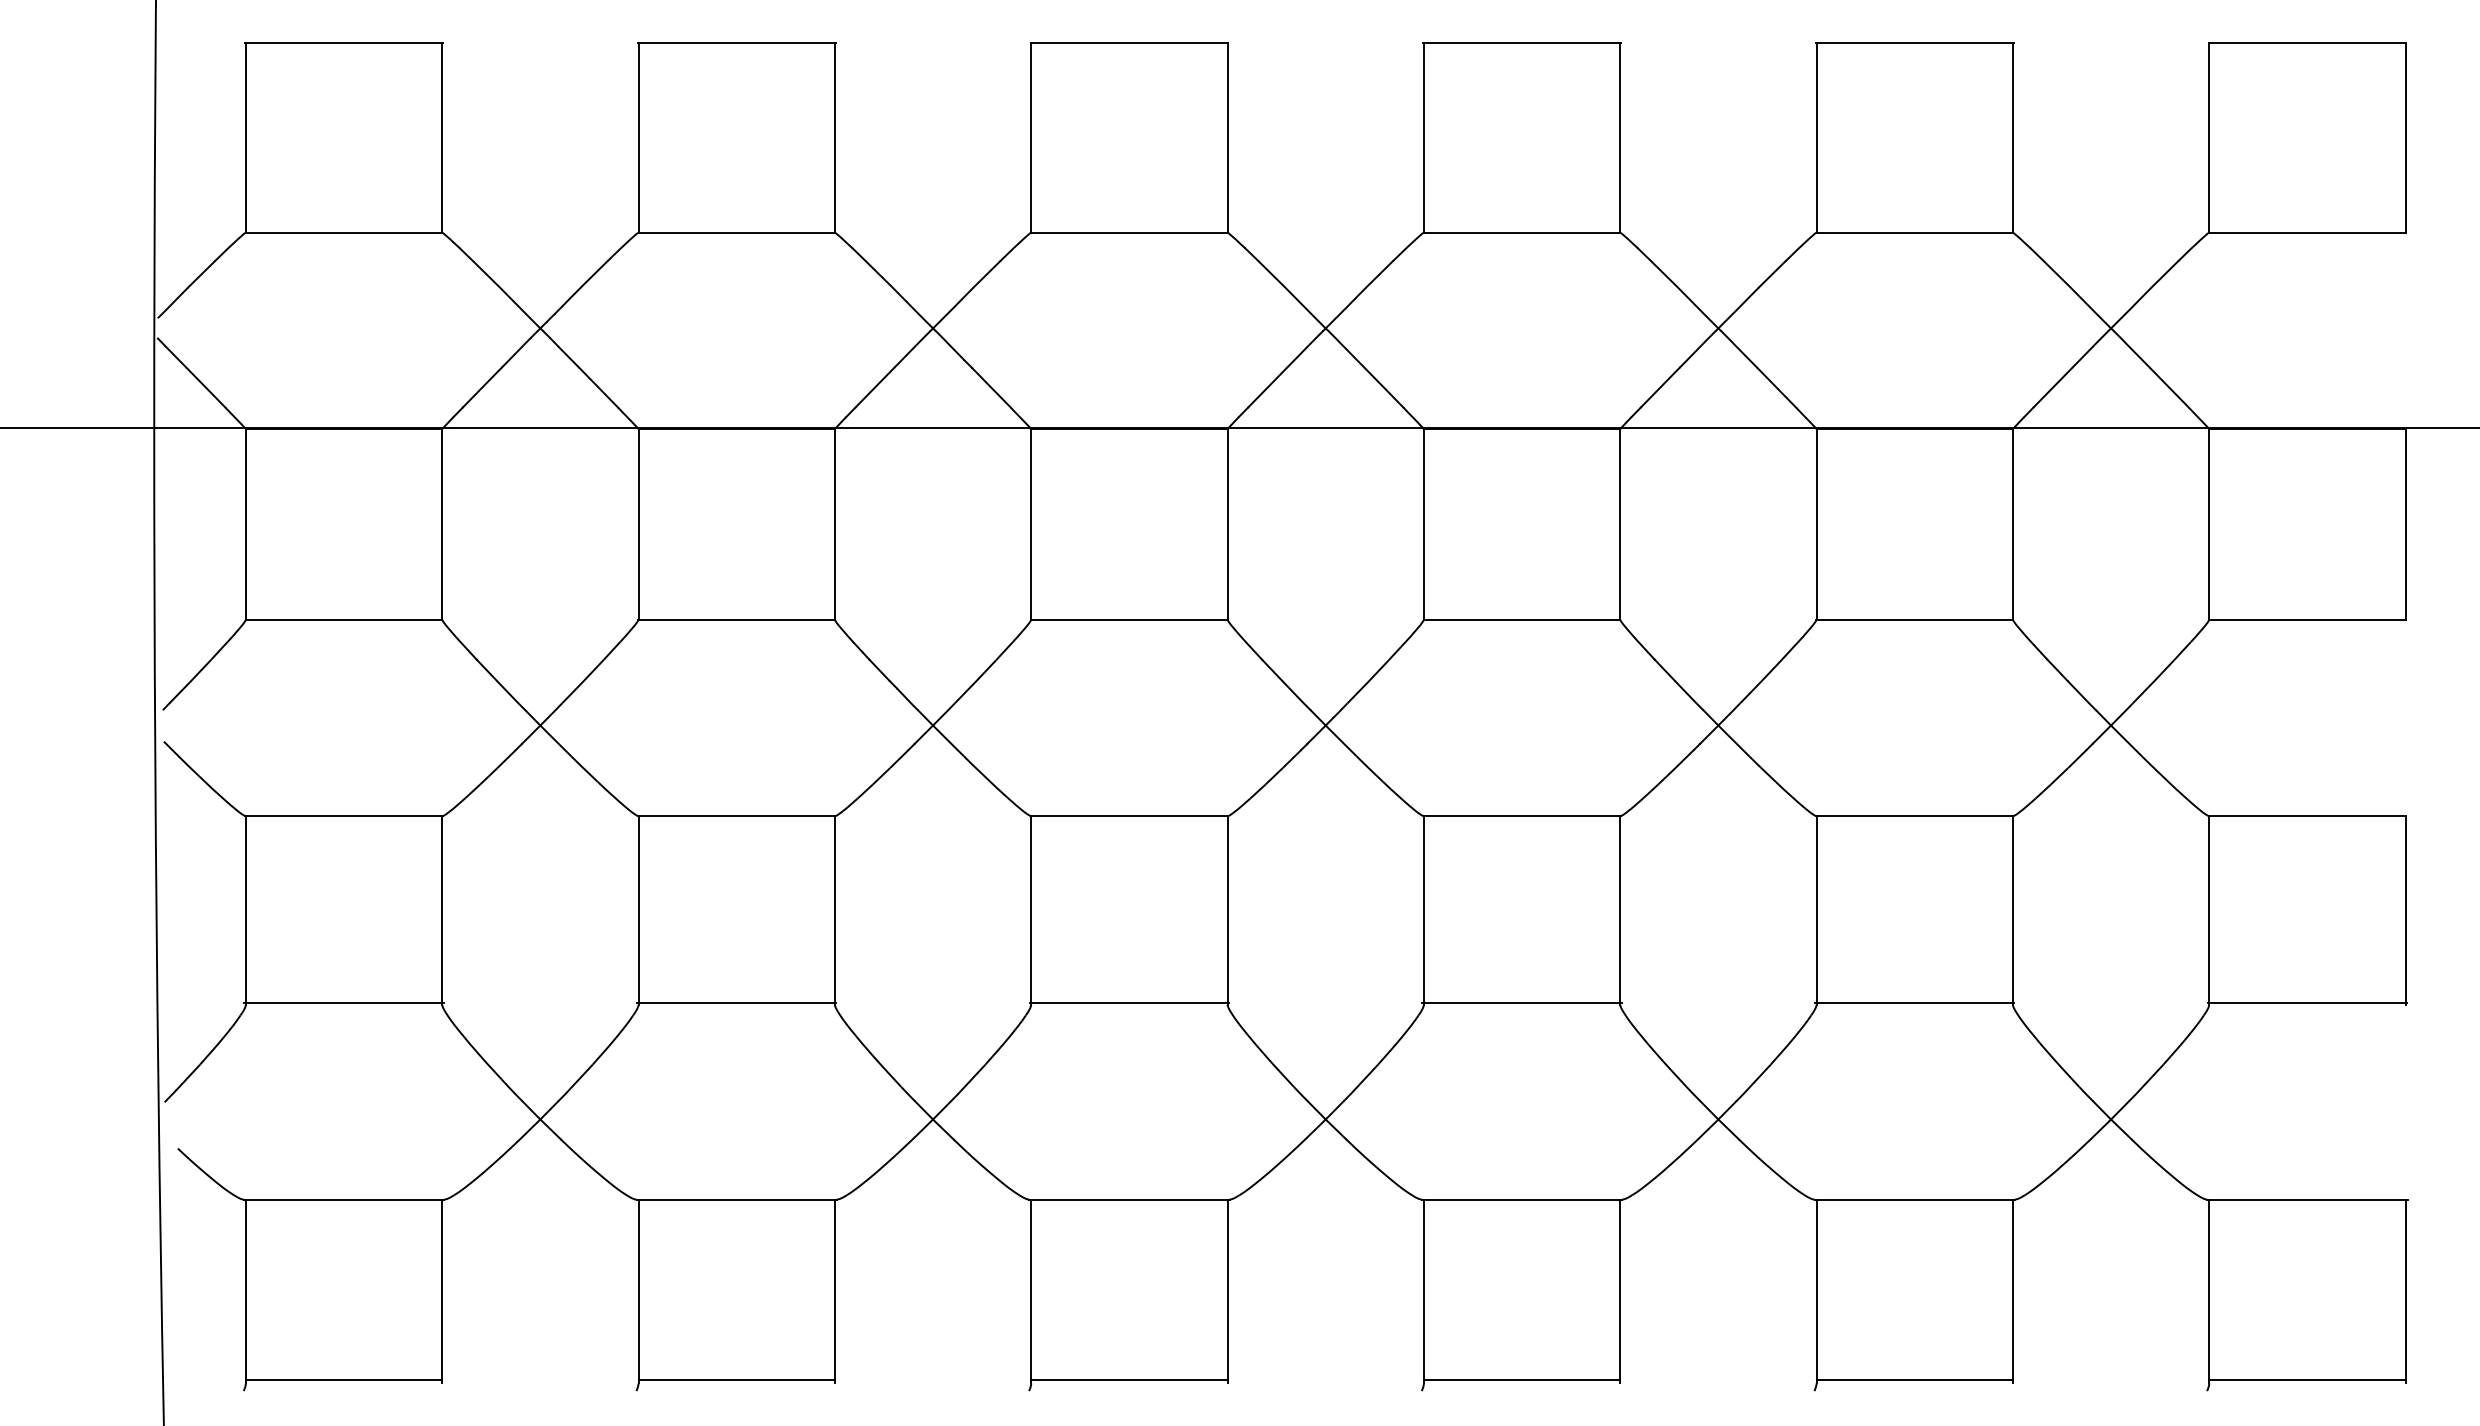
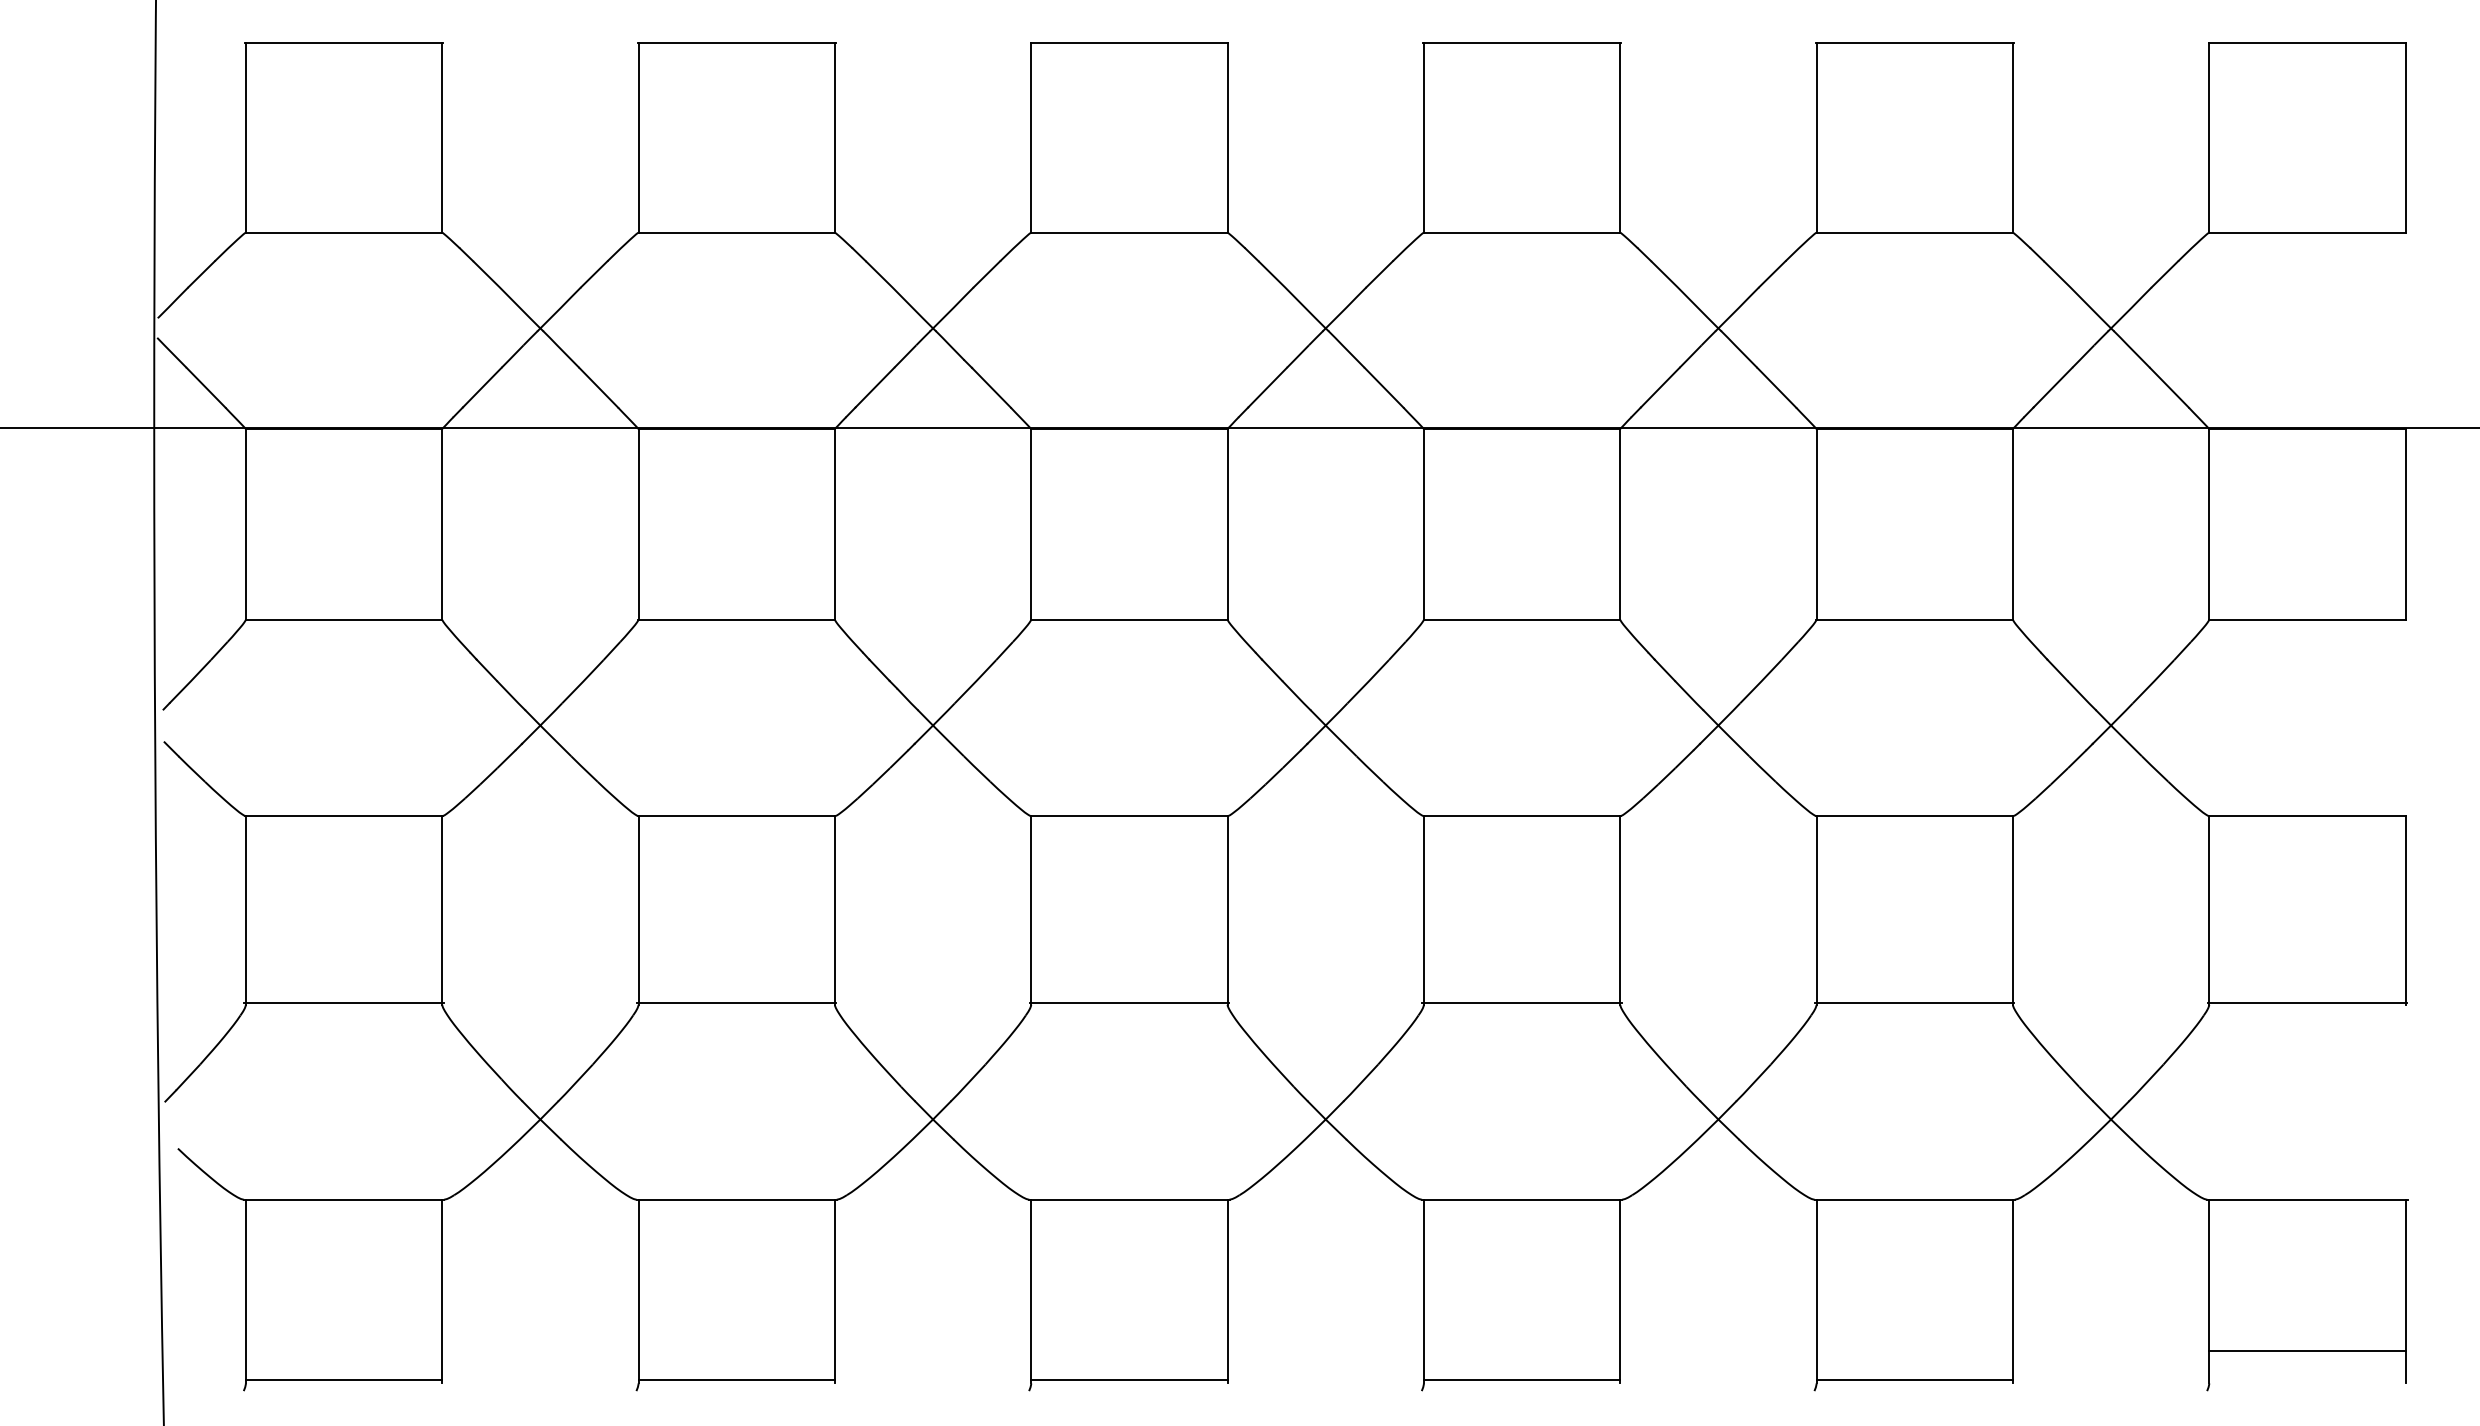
line at (2307, 1379) position: (2307, 1379) -> (2307, 1350)
